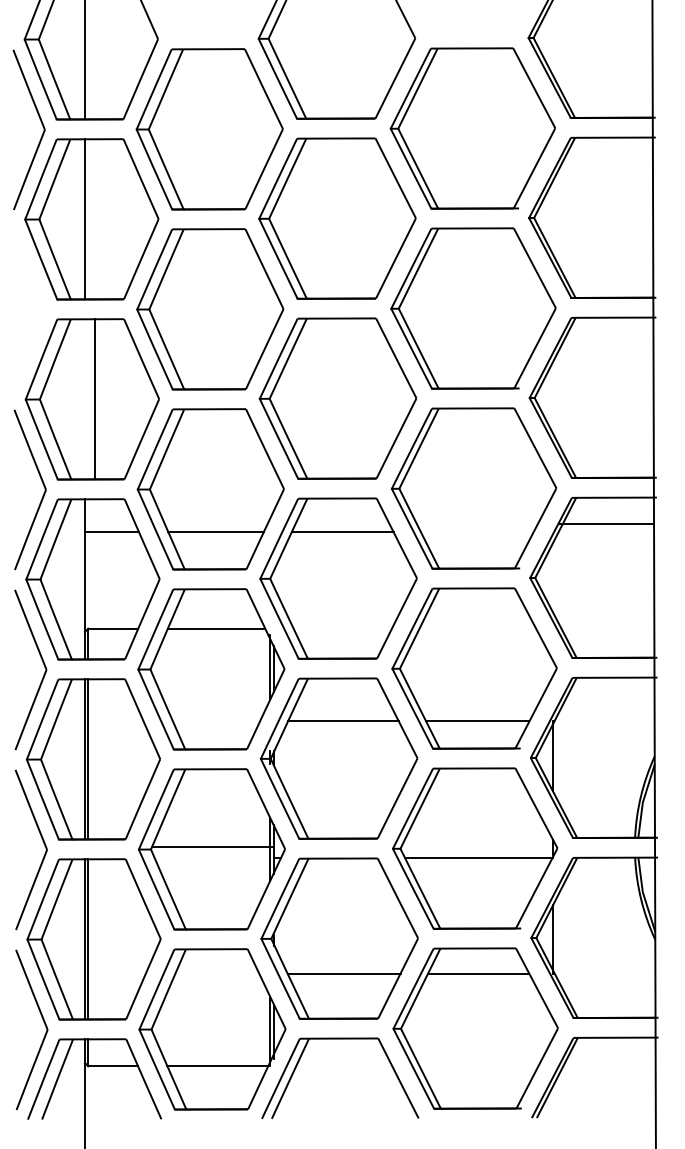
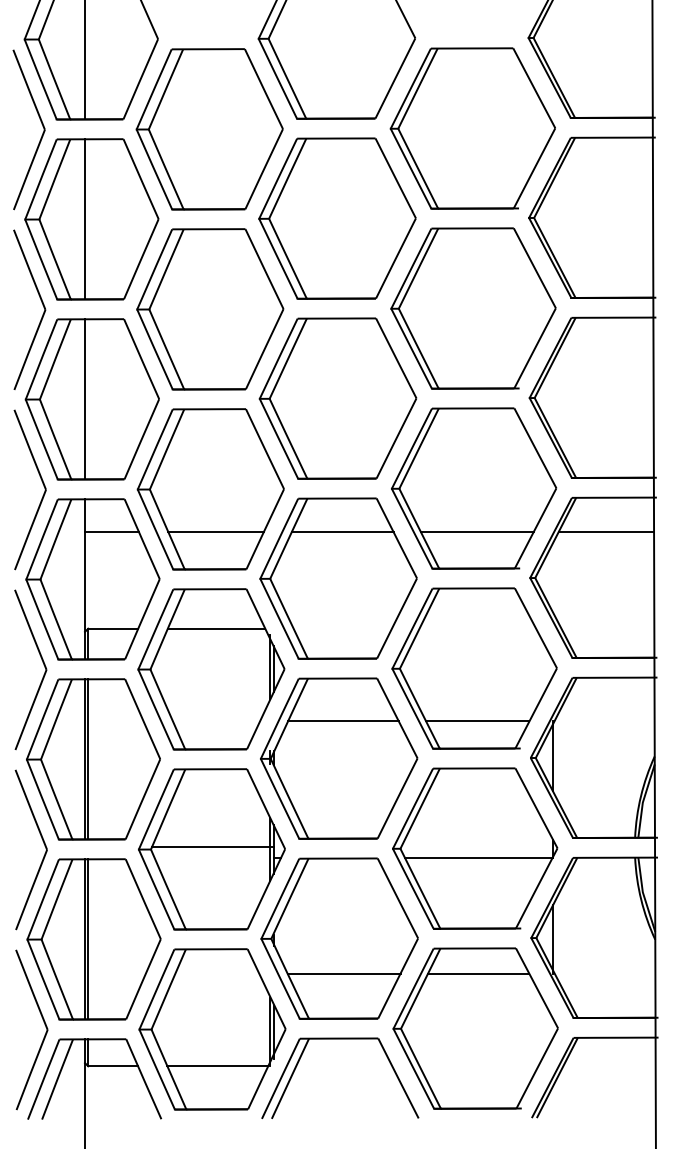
part at (42, 305): none -> present
line at (95, 399) position: (95, 399) -> (85, 399)
line at (606, 524) position: (606, 524) -> (606, 532)
line at (477, 532): none -> present
